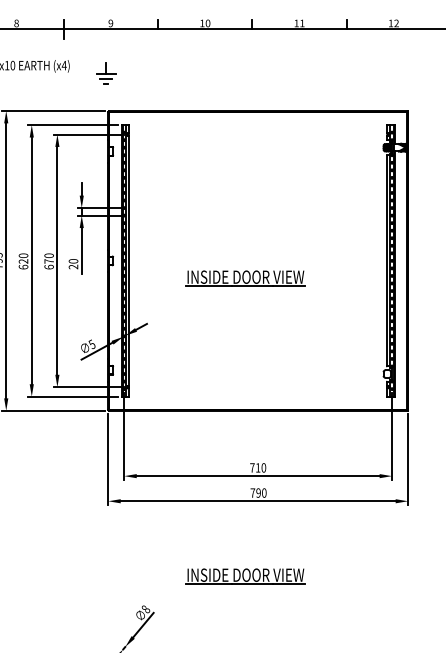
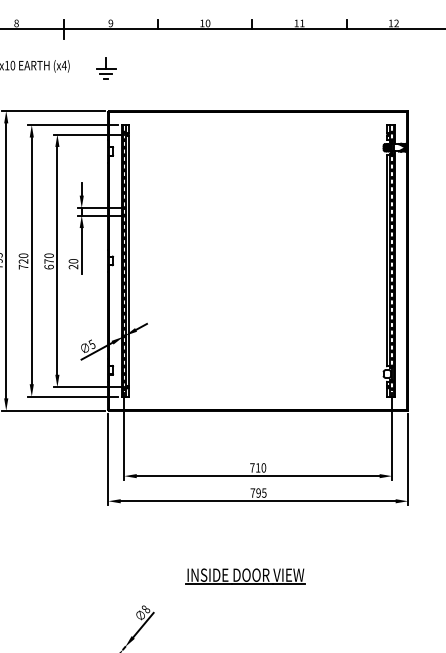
part at (106, 73) position: (106, 73) -> (106, 68)
text at (23, 266): 620 -> 720
part at (245, 278): present -> none
text at (264, 492): 790 -> 795
